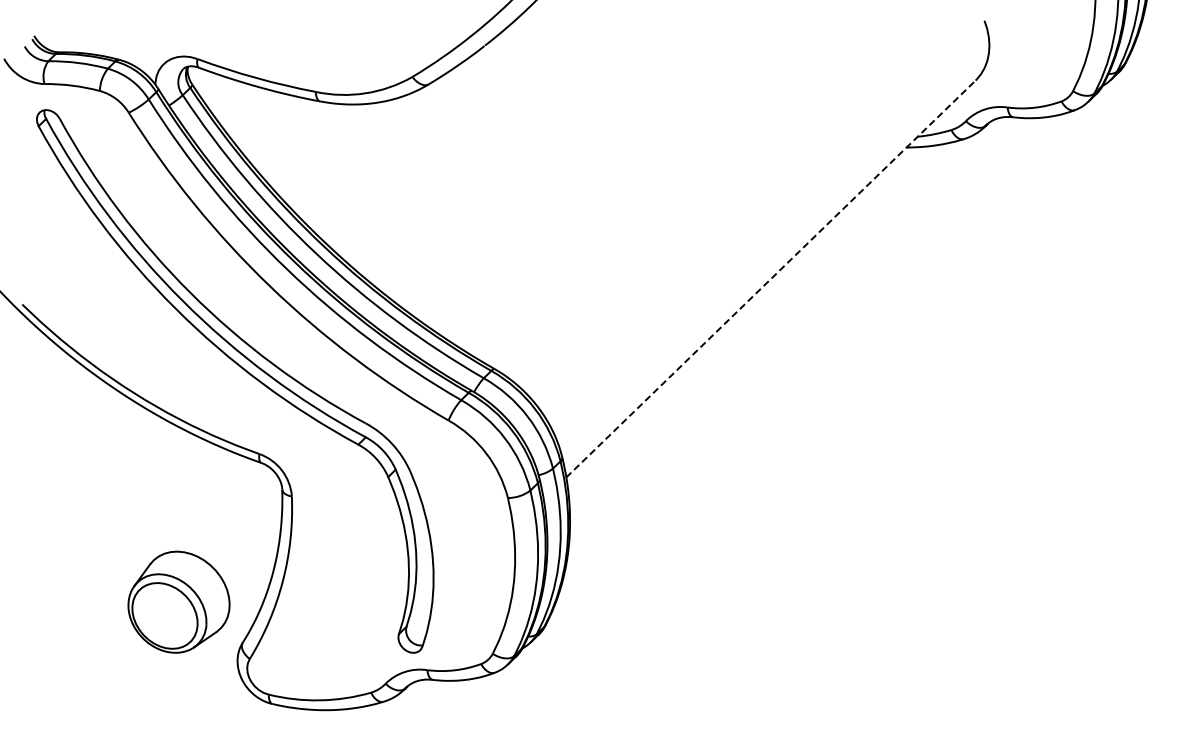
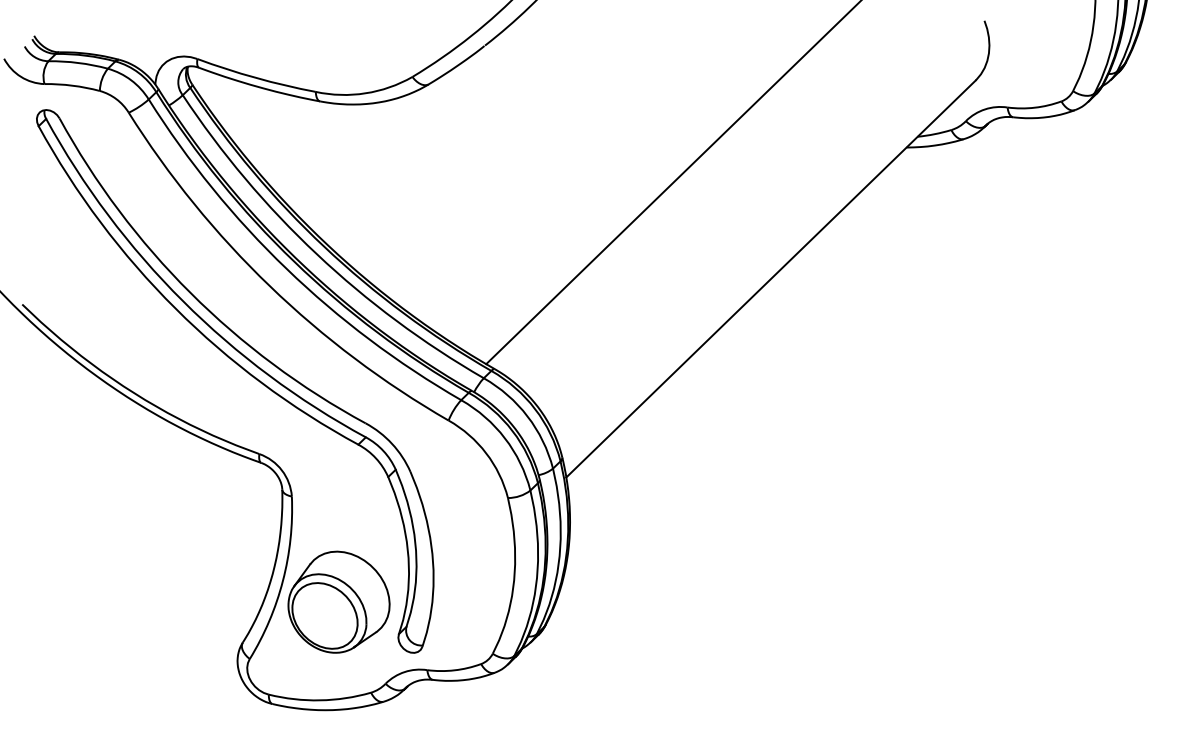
line at (672, 183): none -> present
line at (771, 278): dashed -> solid
part at (178, 601) position: (178, 601) -> (338, 601)
